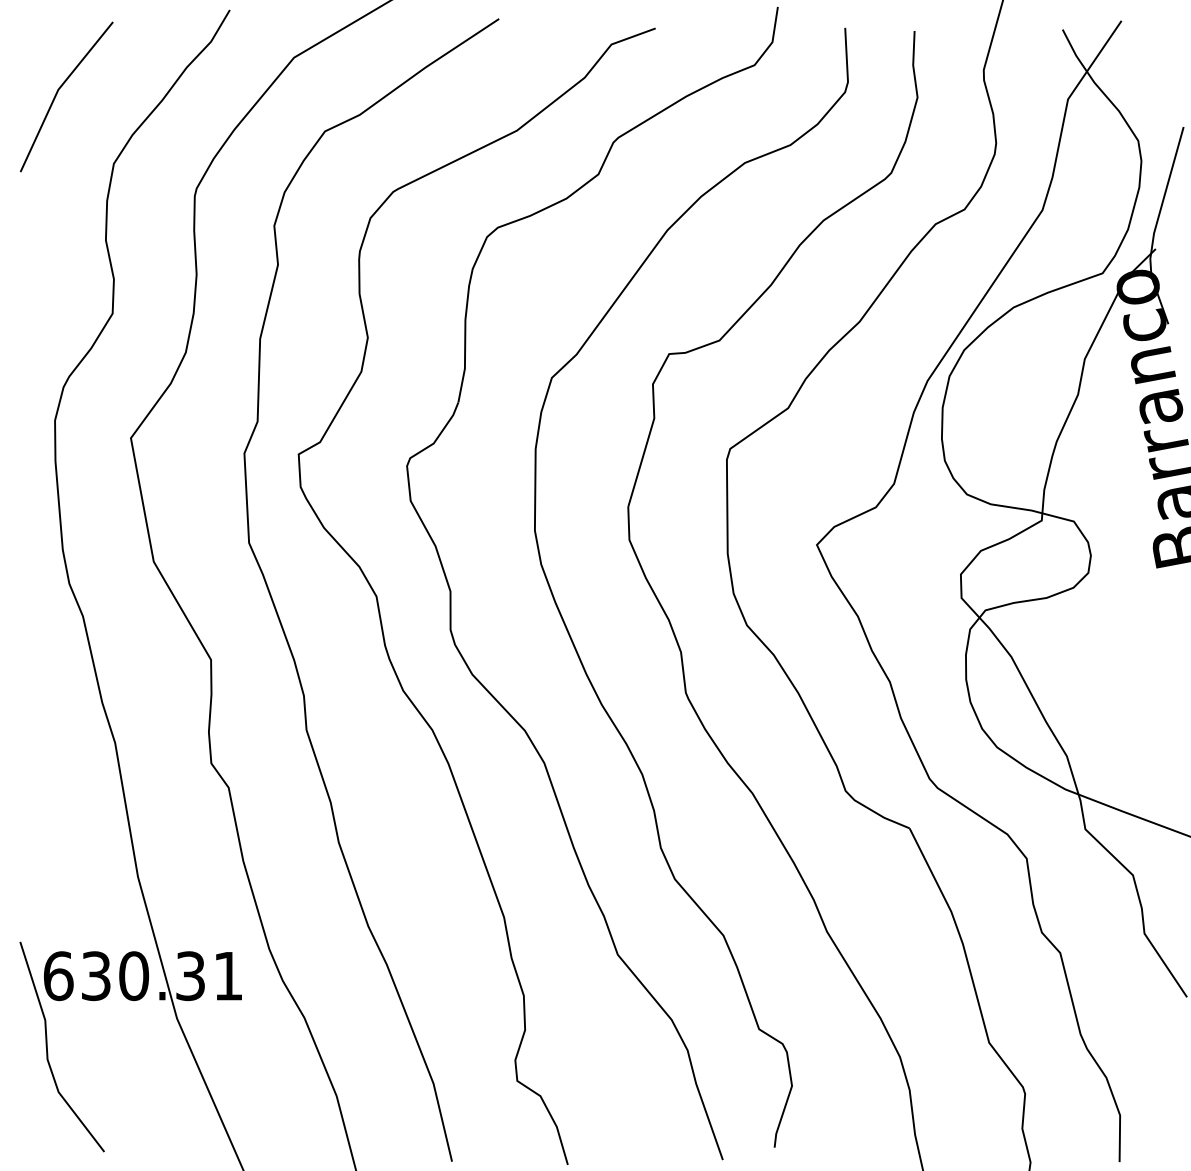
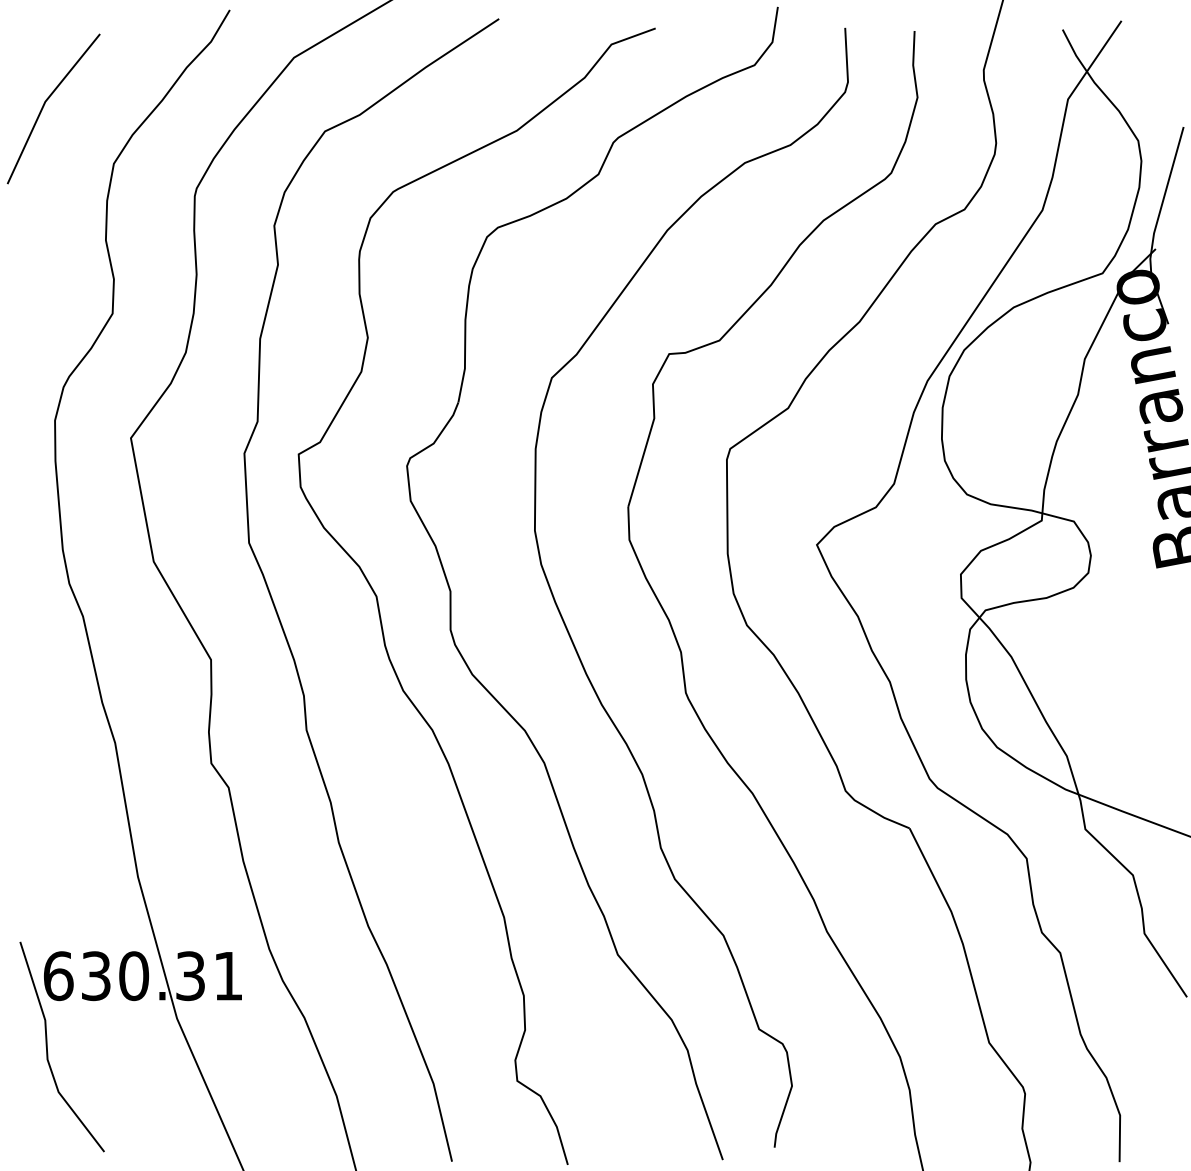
line at (58, 92) position: (58, 92) -> (45, 104)
